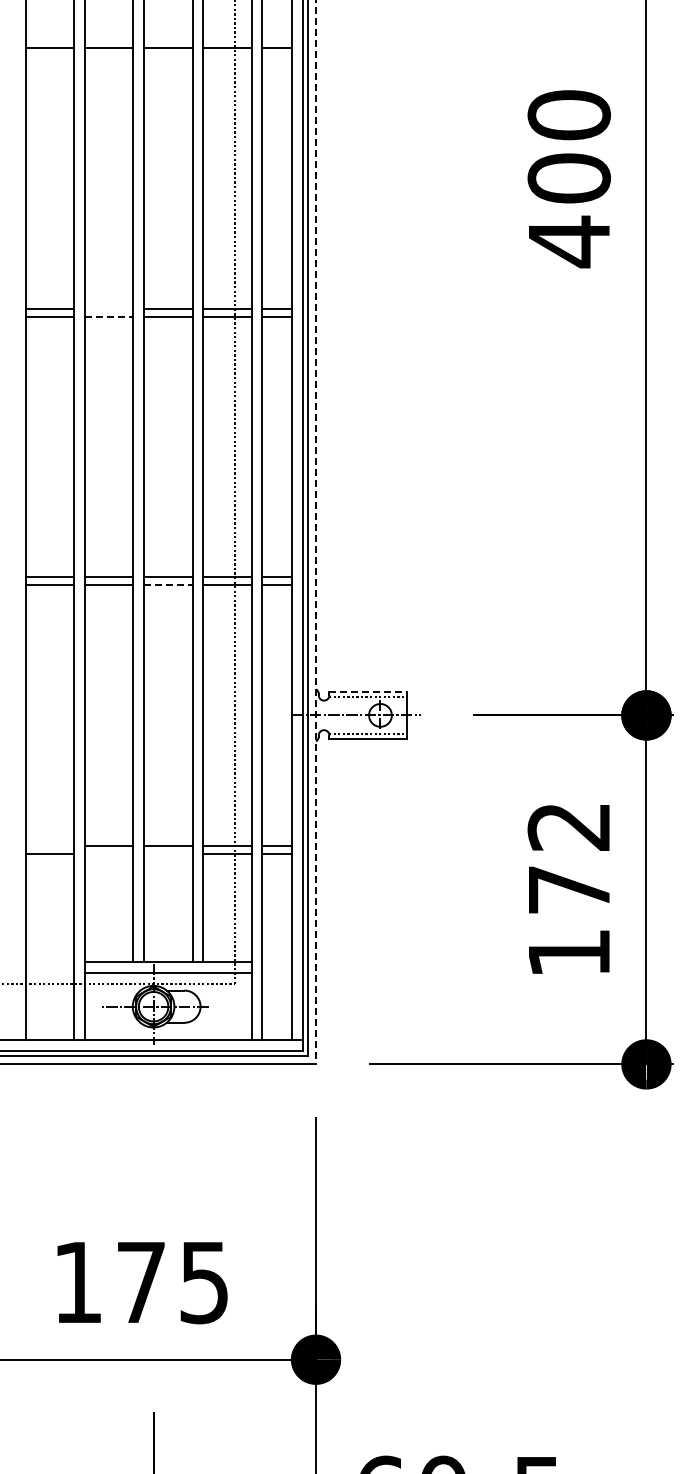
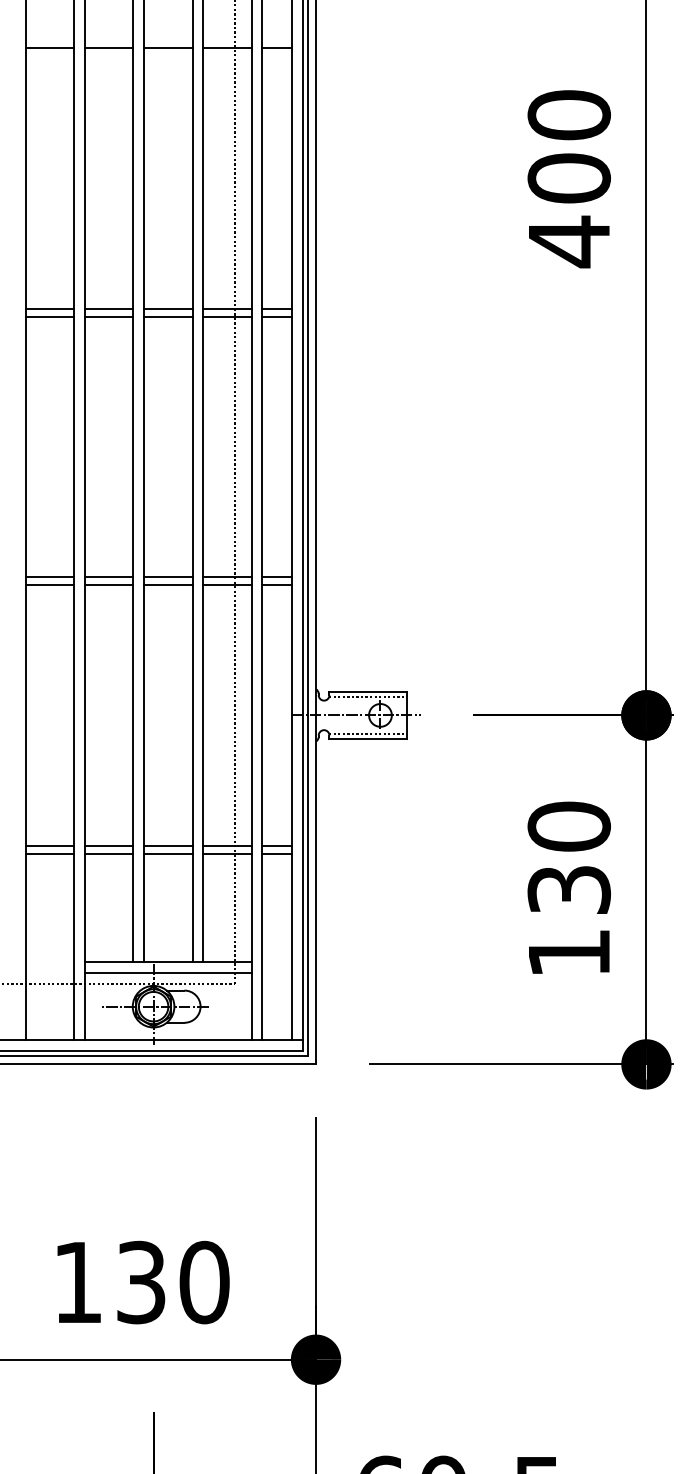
line at (109, 308): none -> present
line at (109, 316): dashed -> solid
line at (316, 532): dashed -> solid
line at (168, 585): dashed -> solid
line at (368, 691): dashed -> solid
line at (50, 845): none -> present
line at (109, 853): none -> present
line at (168, 853): none -> present
text at (569, 857): 172 -> 130
text at (173, 1282): 175 -> 130
